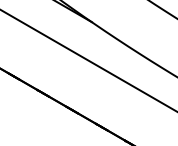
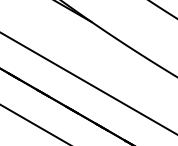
line at (88, 60) position: (88, 60) -> (88, 82)
line at (34, 123): none -> present
